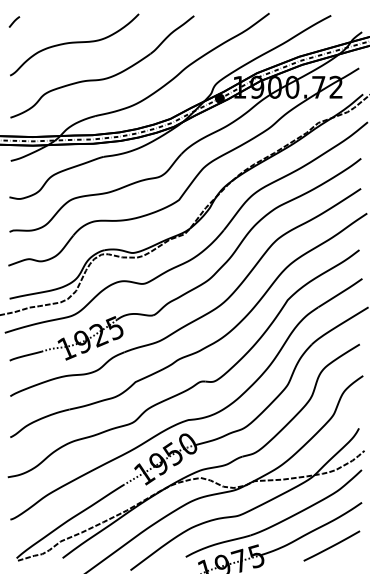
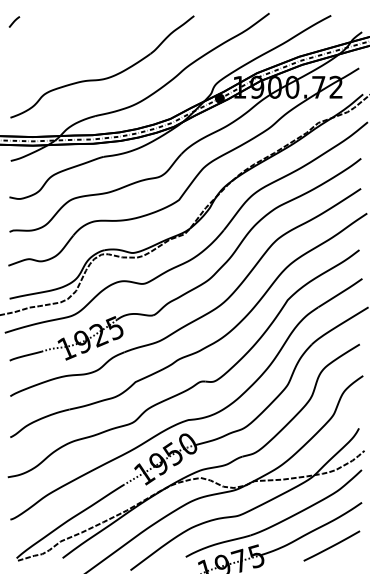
curve at (74, 43): present -> none
